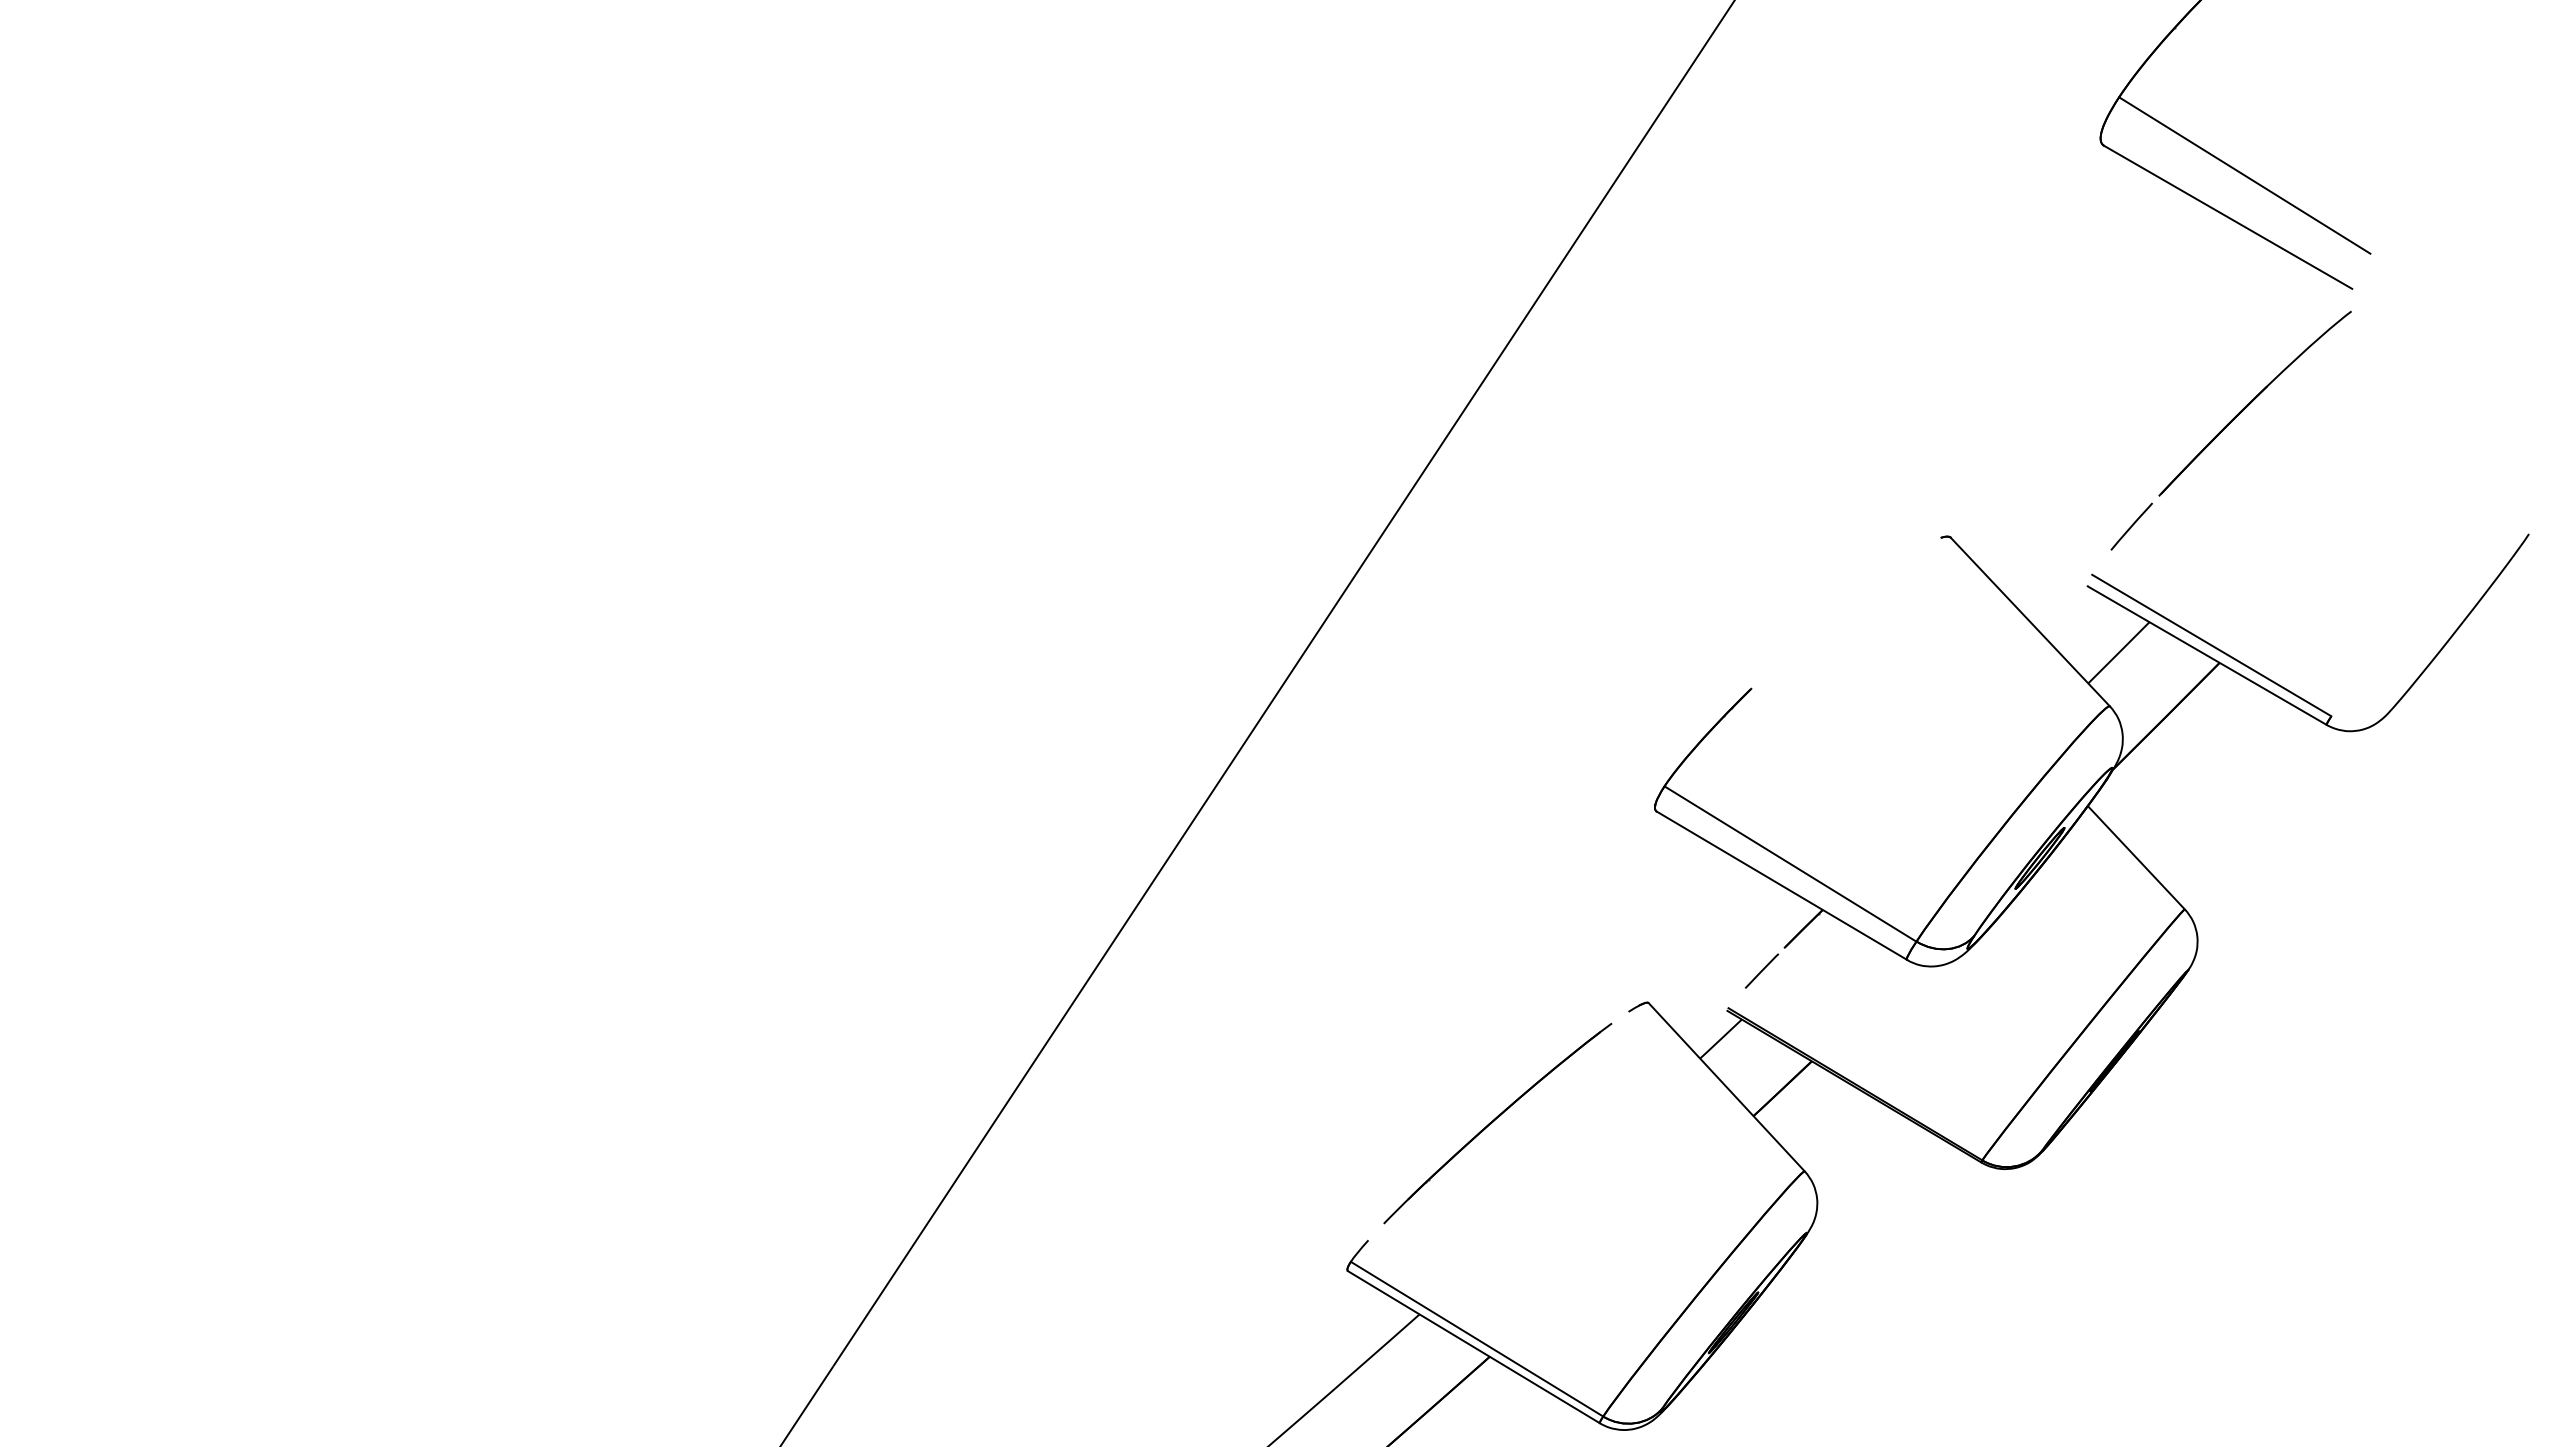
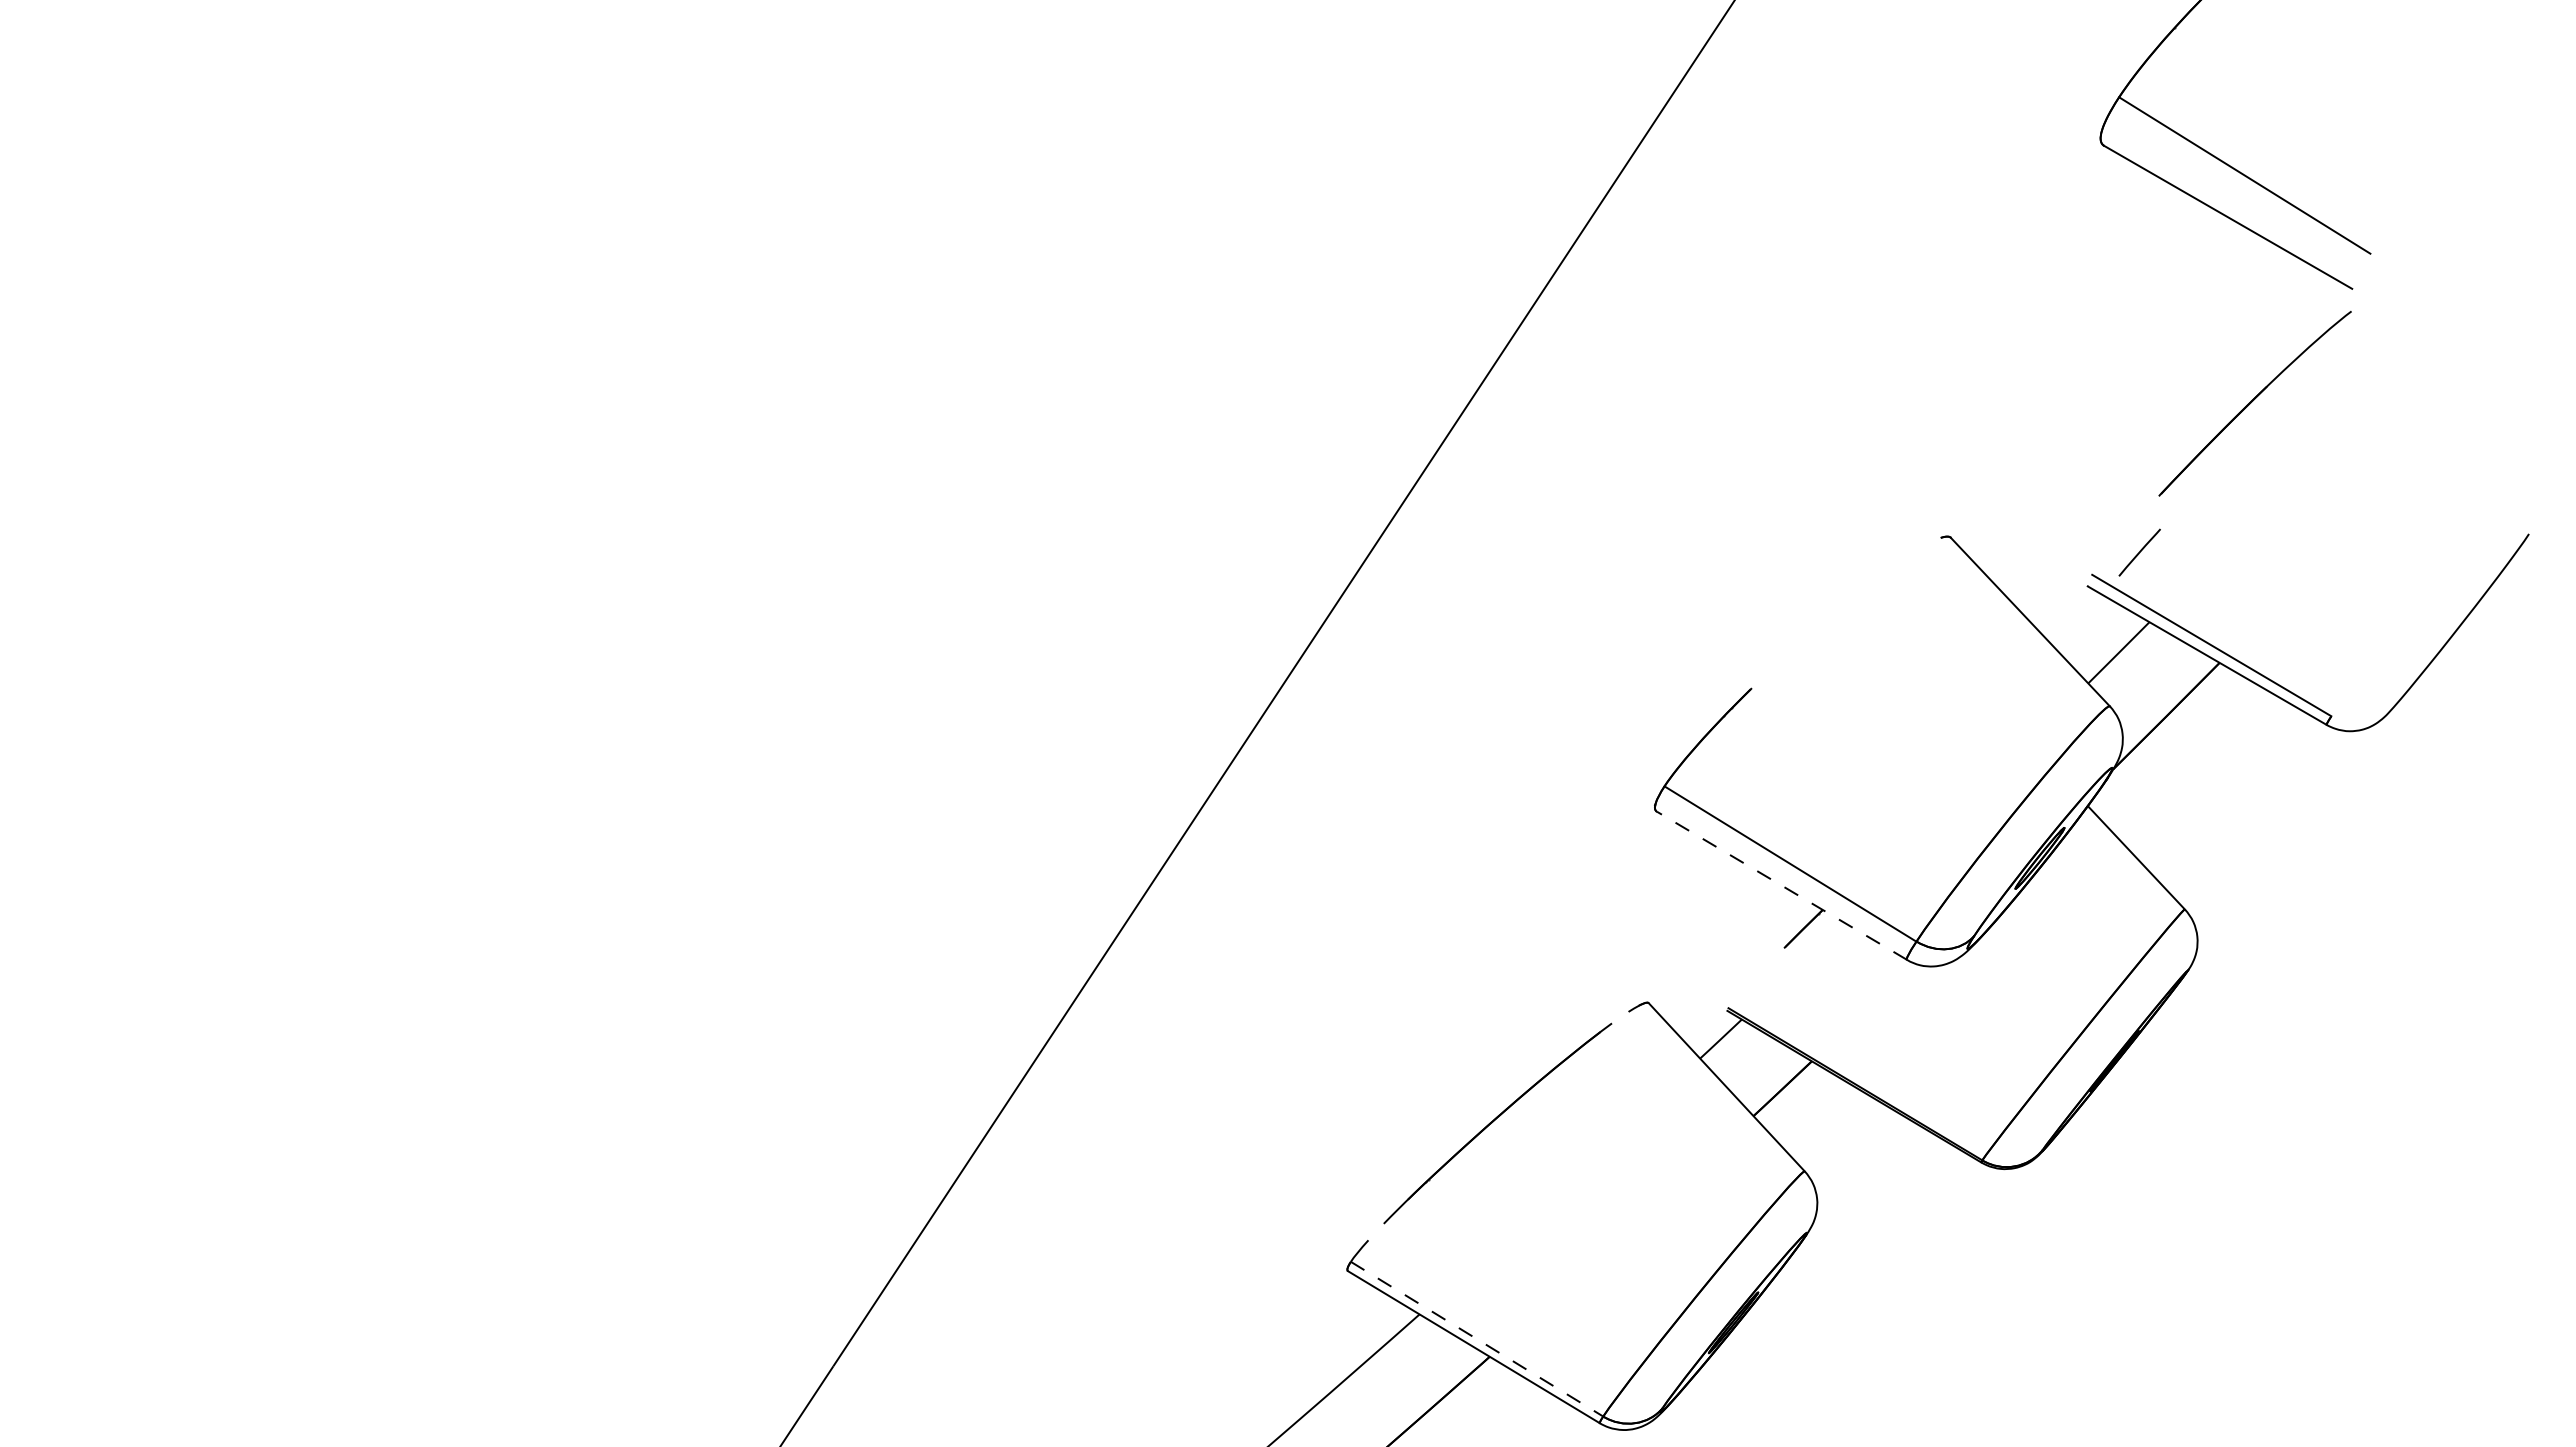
line at (2131, 526) position: (2131, 526) -> (2139, 552)
line at (1781, 885): solid -> dashed
line at (1761, 970): present -> none
line at (1477, 1339): solid -> dashed
